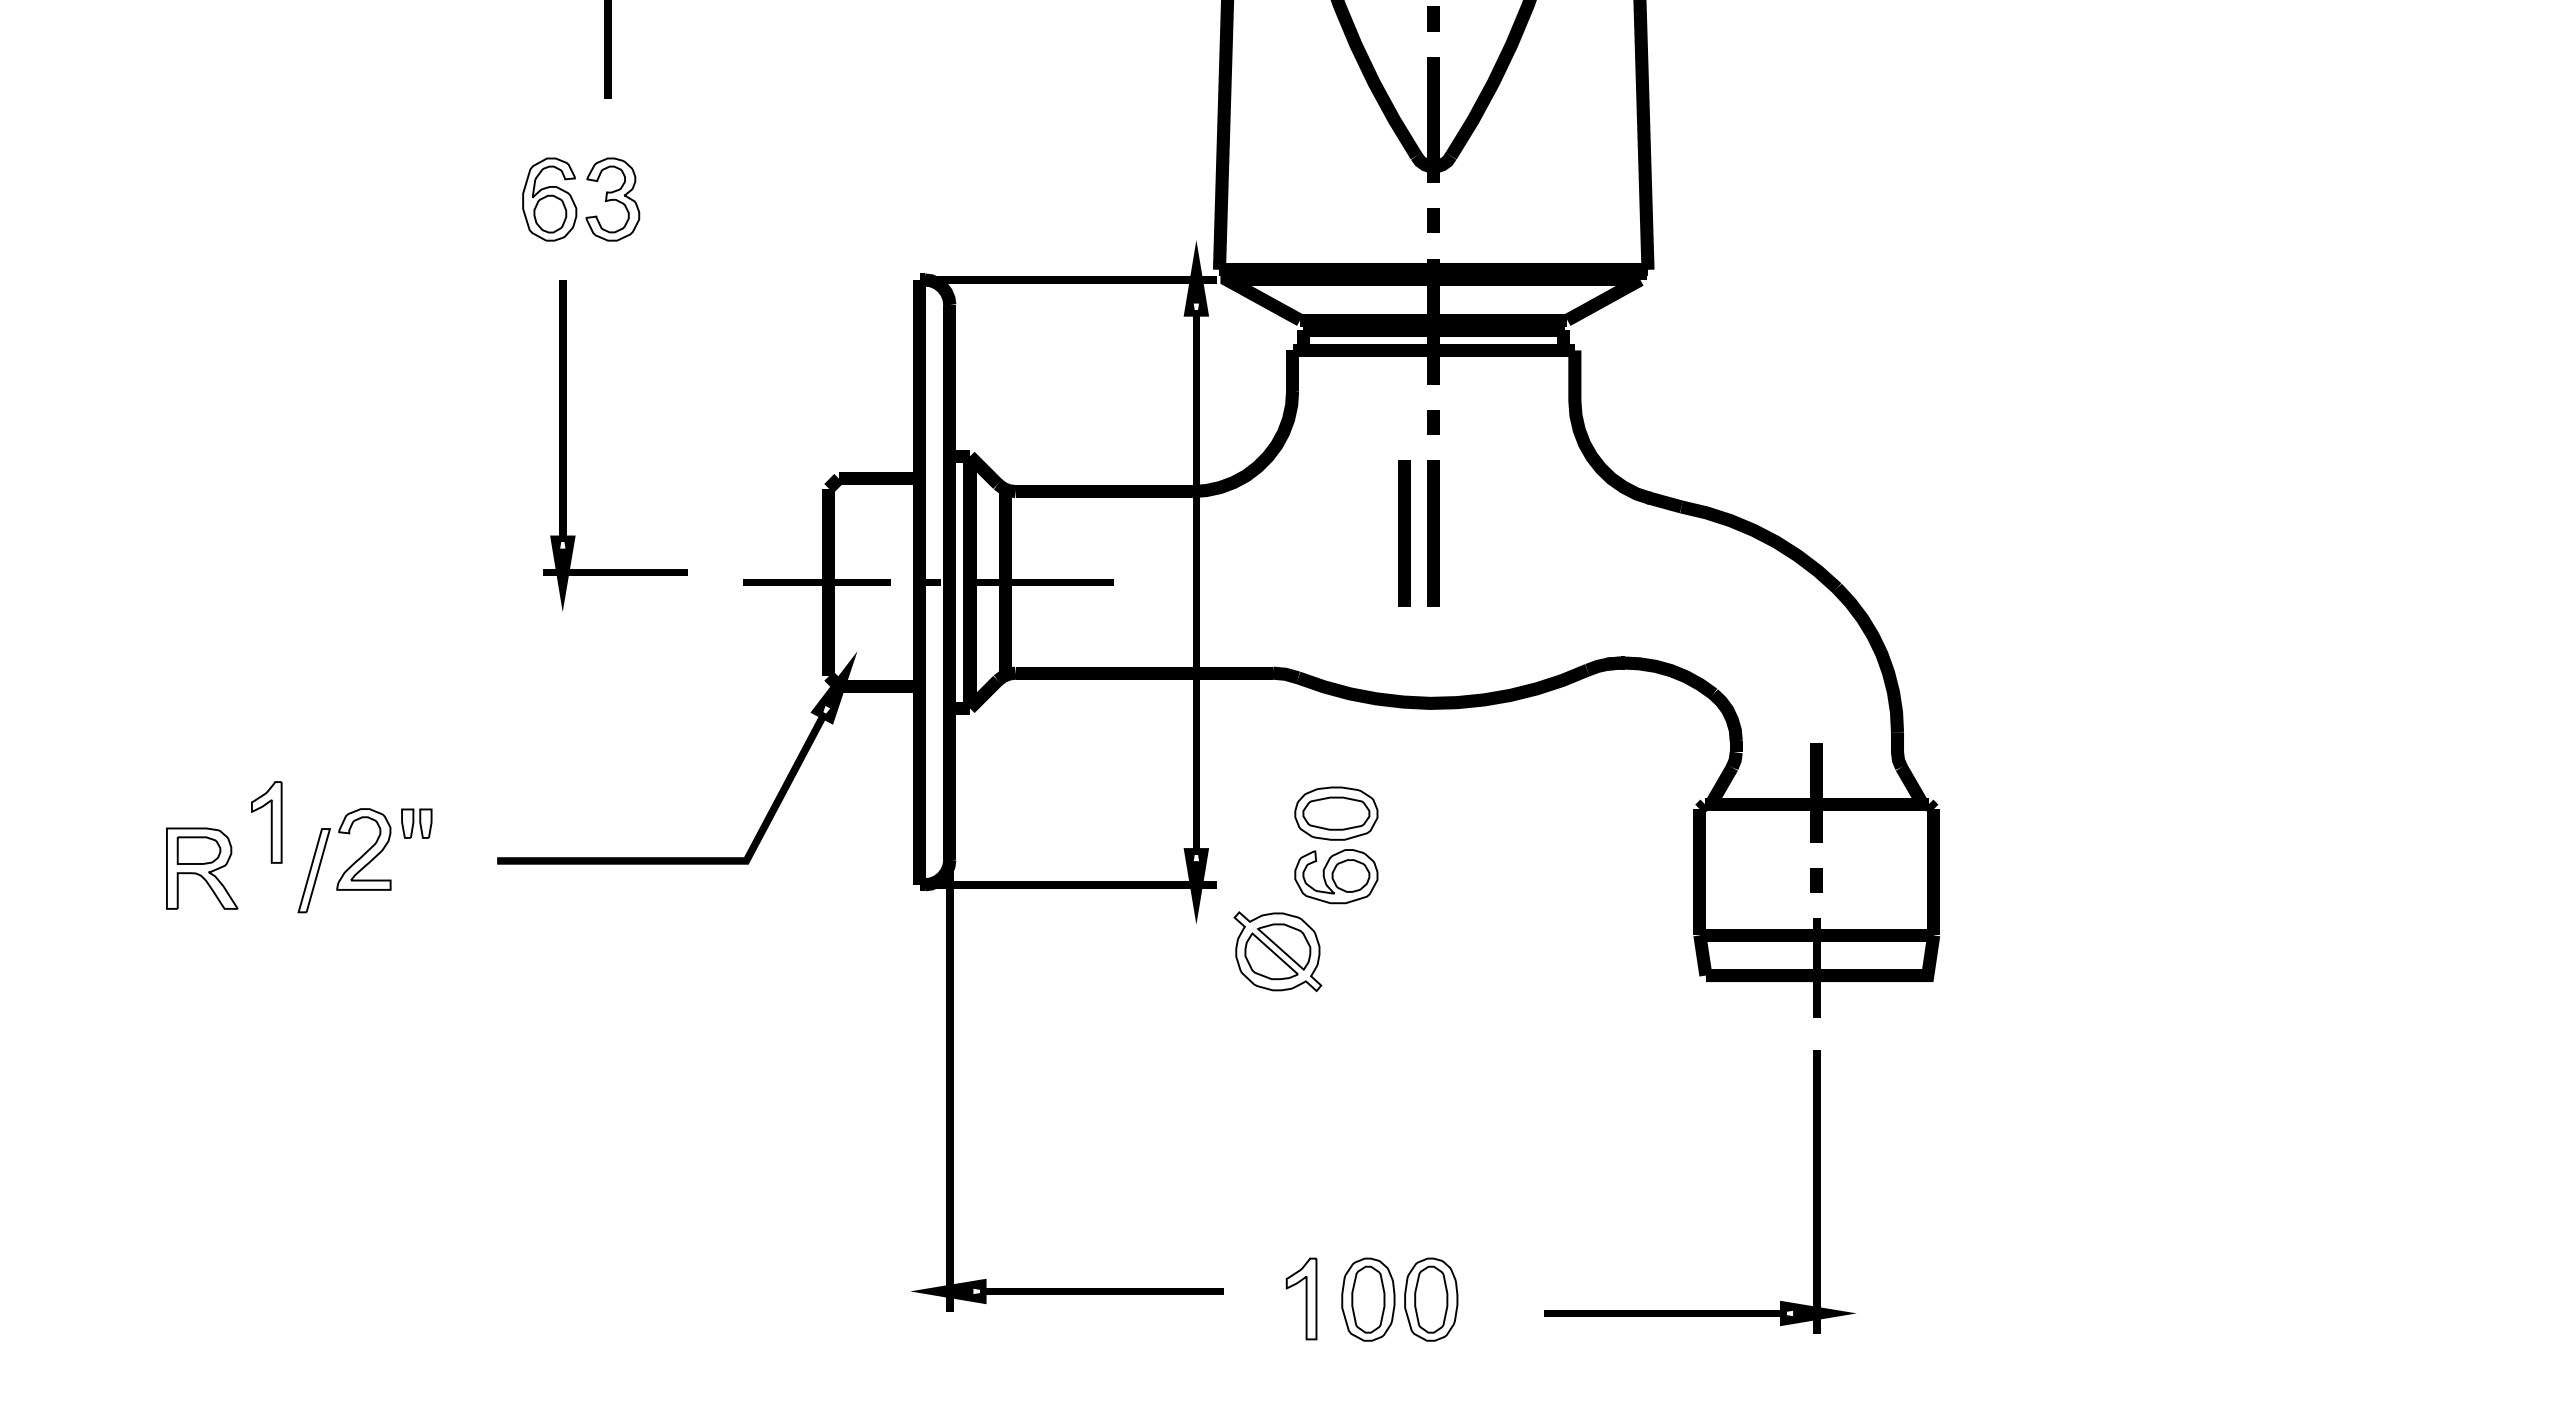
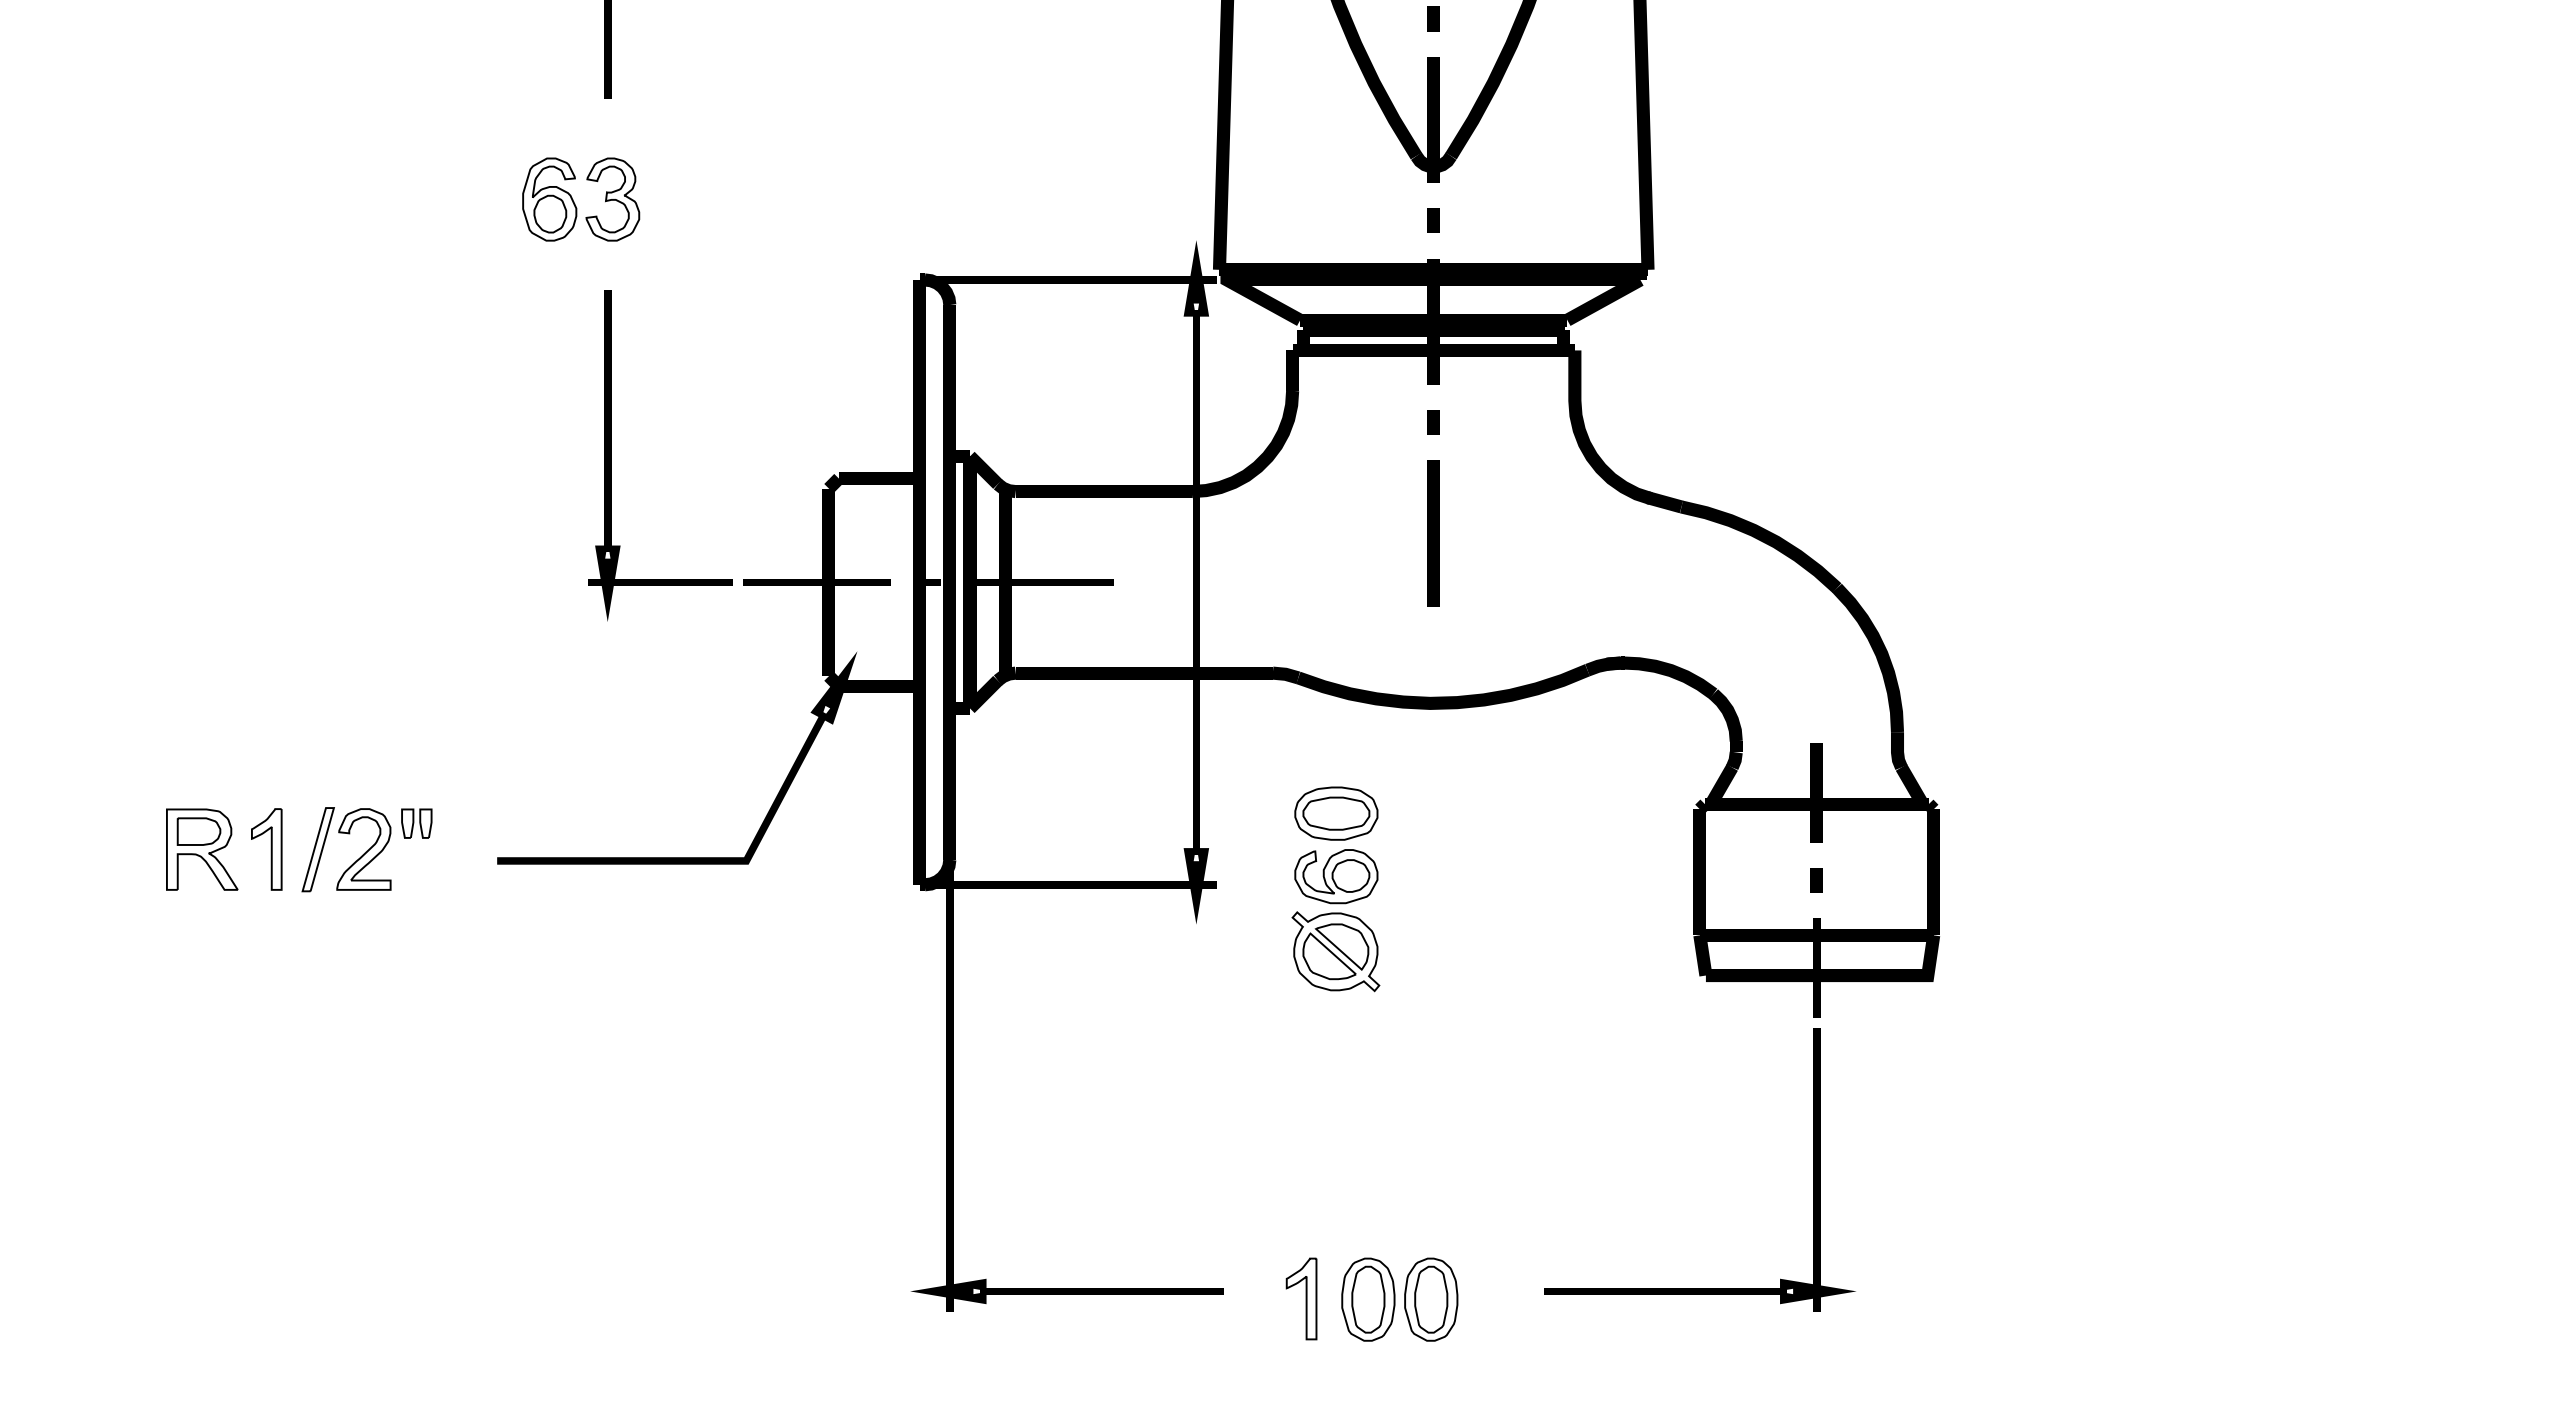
part at (566, 445) position: (566, 445) -> (611, 455)
line at (1404, 533): present -> none
part at (266, 822) position: (266, 822) -> (266, 849)
part at (202, 868) position: (202, 868) -> (202, 849)
part at (313, 870) position: (313, 870) -> (317, 849)
part at (1277, 951) position: (1277, 951) -> (1335, 951)
part at (1813, 1191) position: (1813, 1191) -> (1813, 1169)
